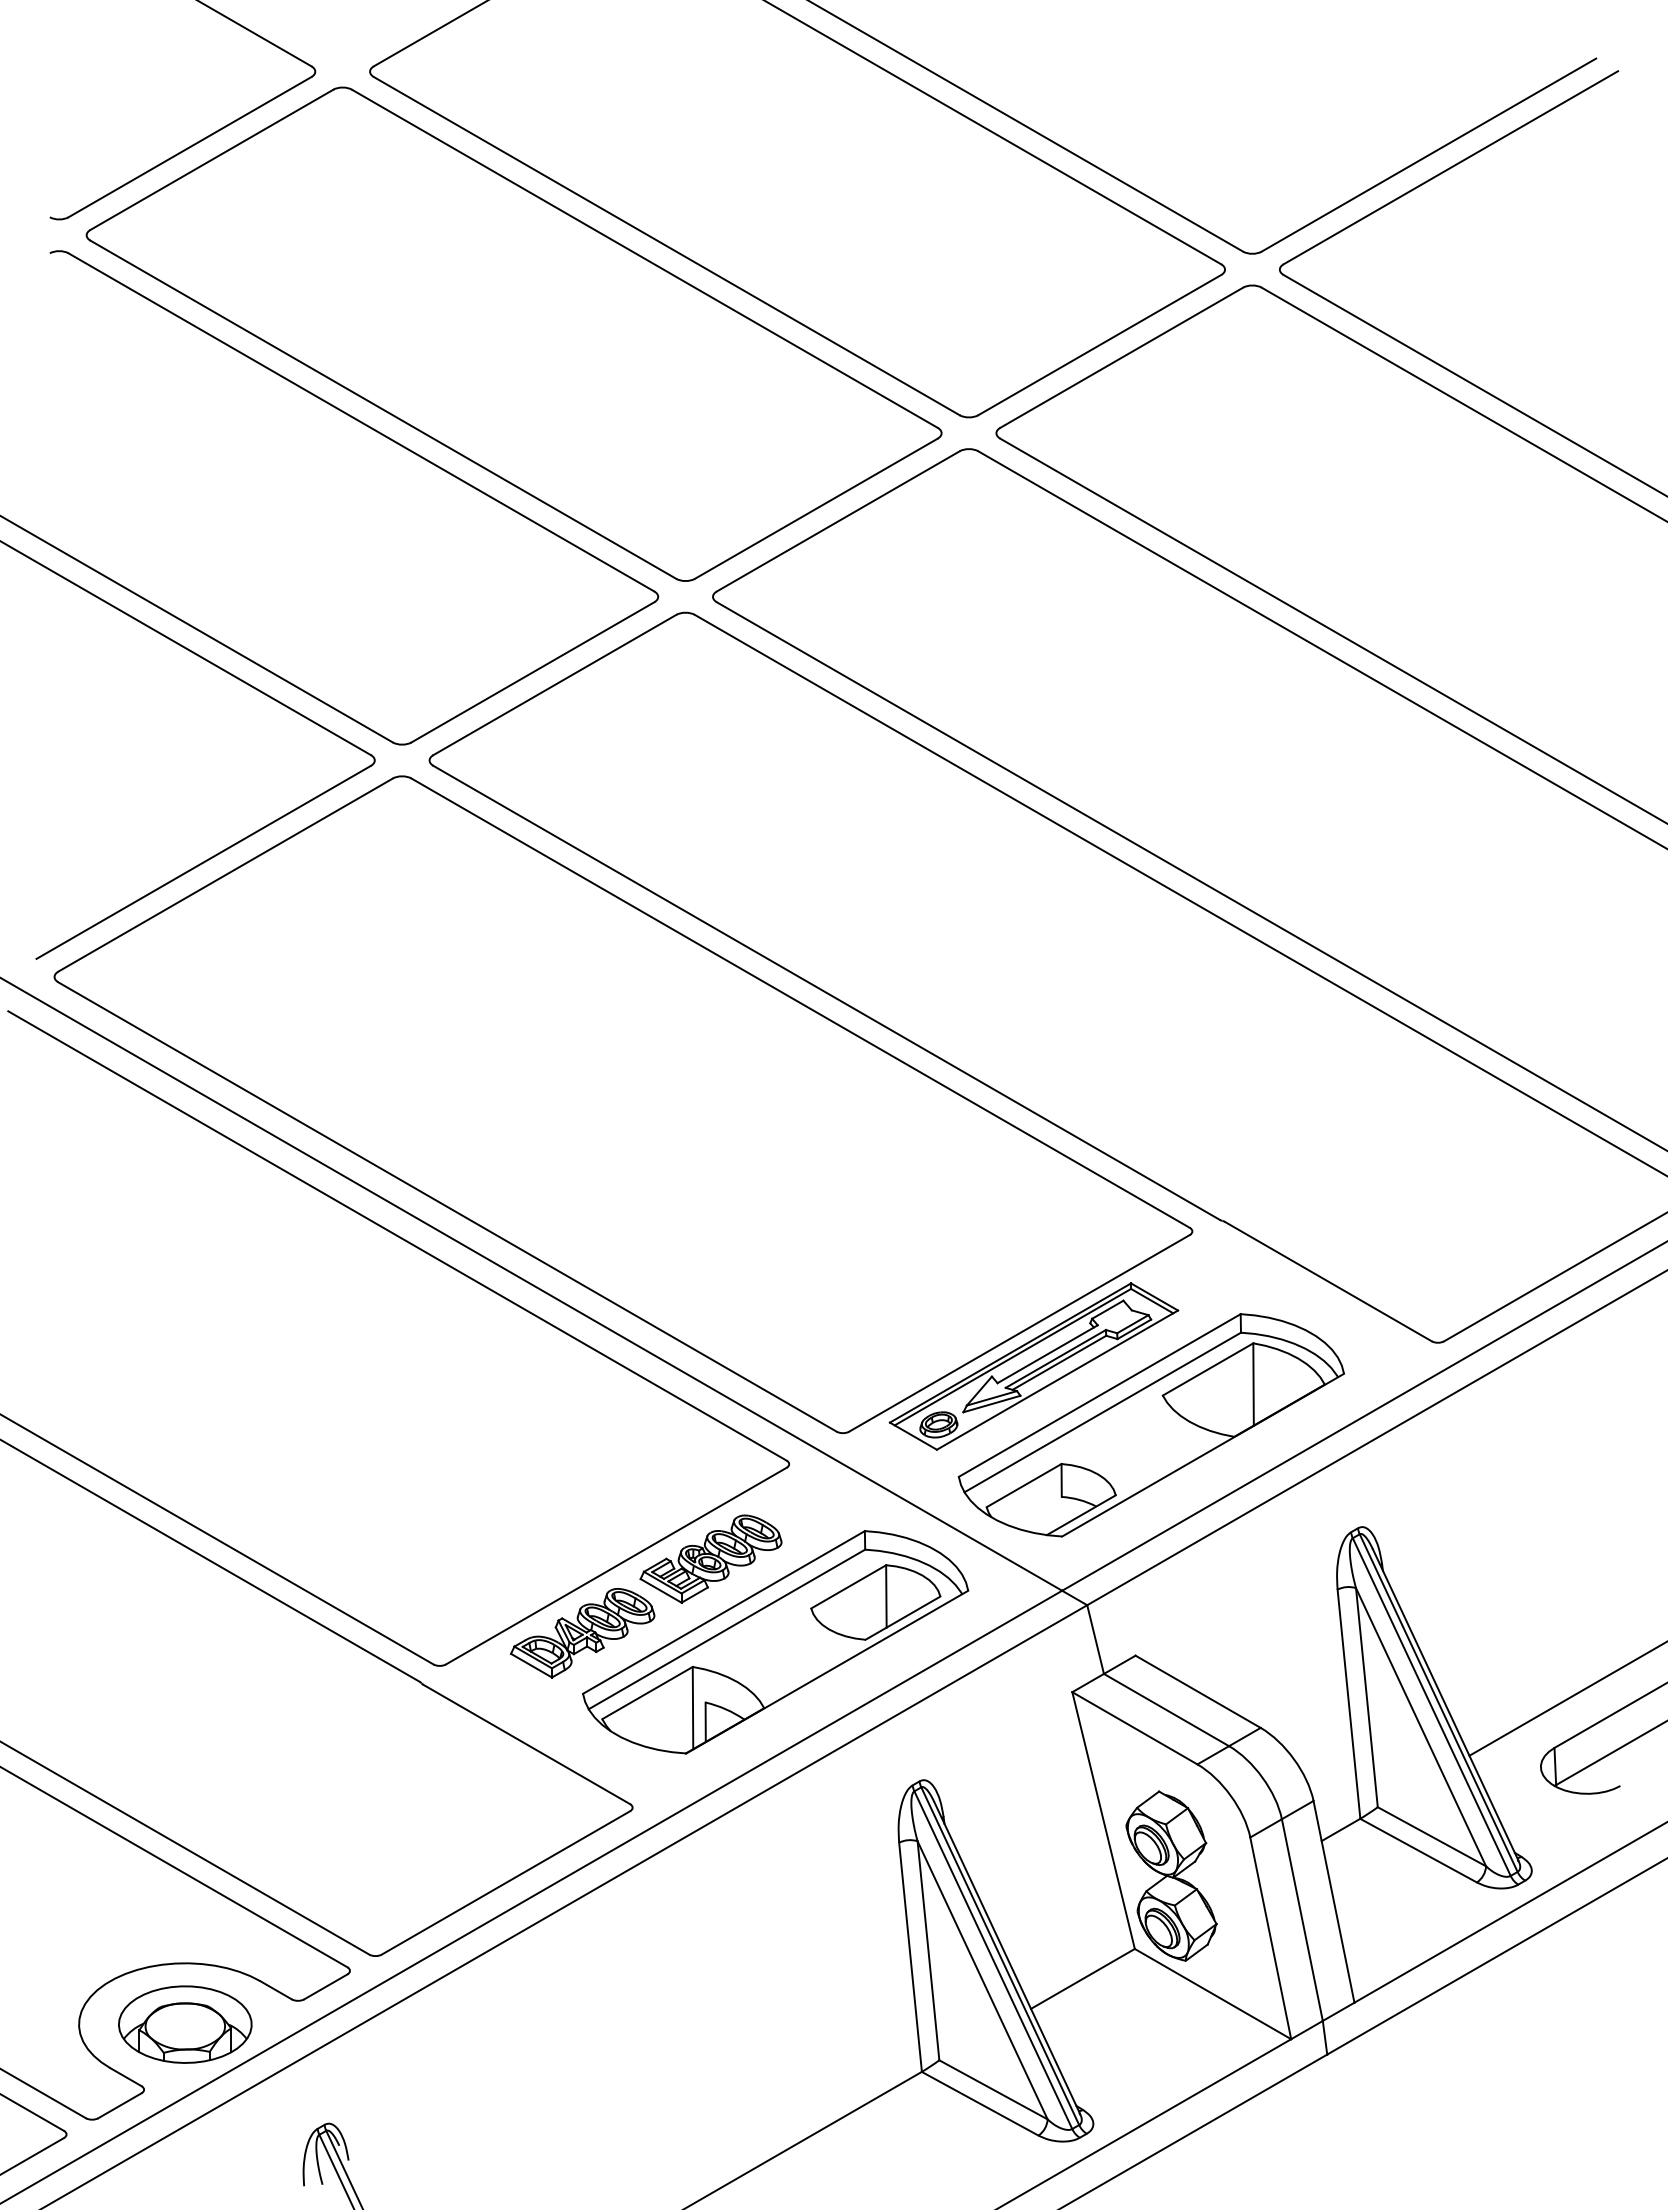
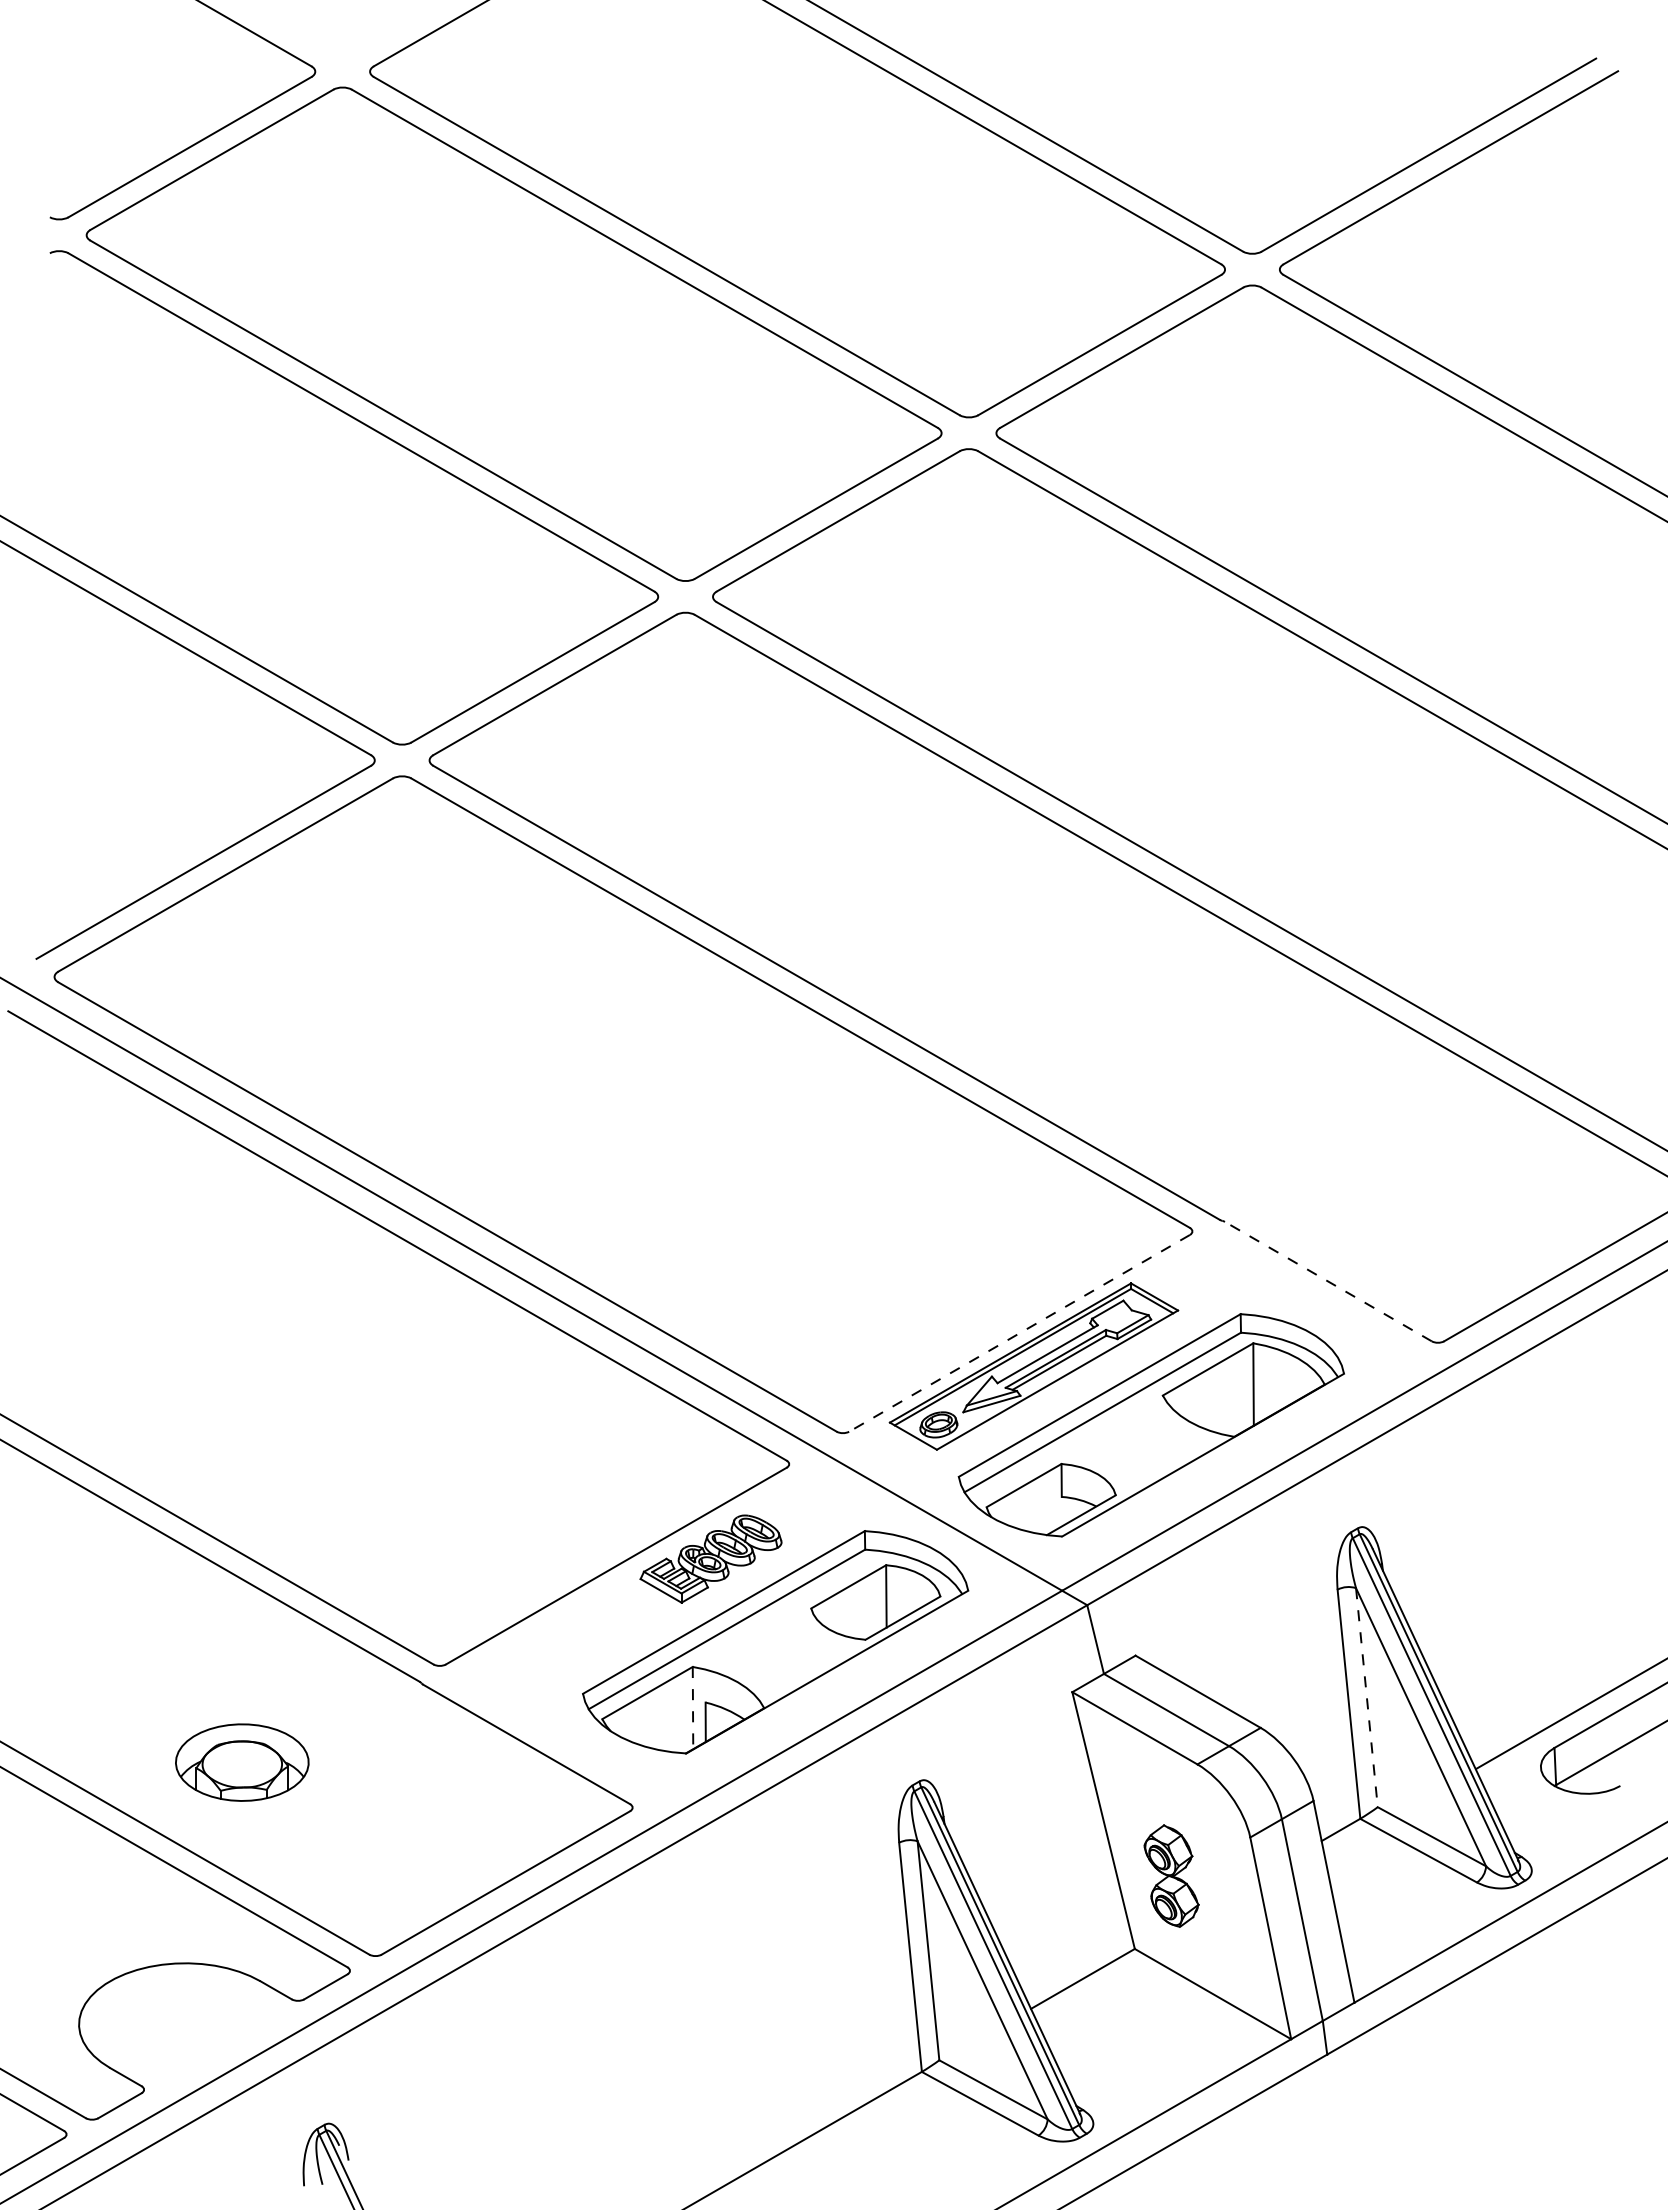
line at (1327, 1281): solid -> dashed
line at (1019, 1333): solid -> dashed
part at (582, 1633): present -> none
line at (1366, 1698): solid -> dashed
line at (1566, 1699) position: (1566, 1699) -> (1570, 1714)
line at (693, 1708): solid -> dashed
part at (1171, 1875) size: 93x172 px -> 57x104 px
part at (185, 2024) position: (185, 2024) -> (242, 1762)
